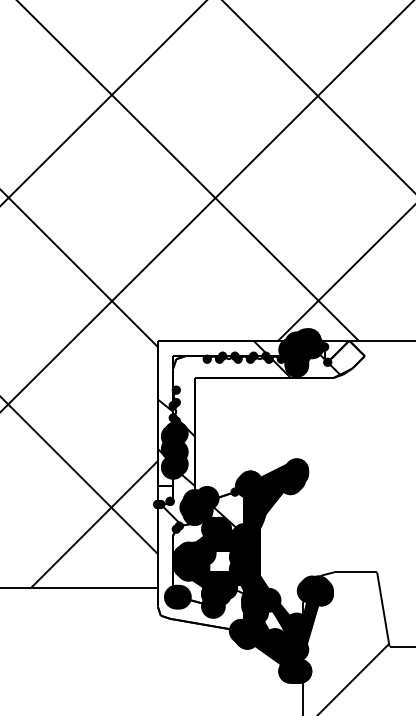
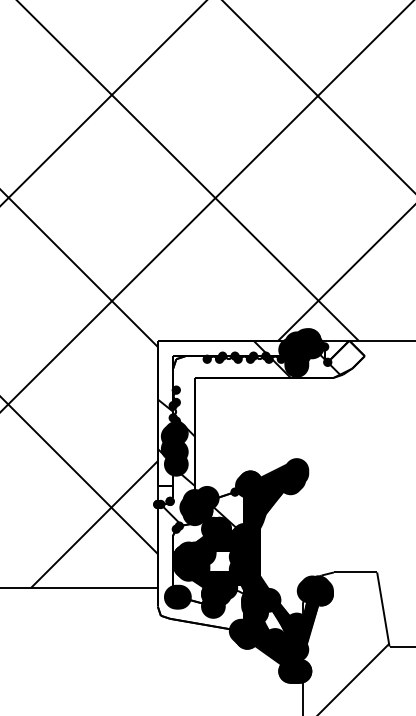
fill at (172, 467): present -> none
